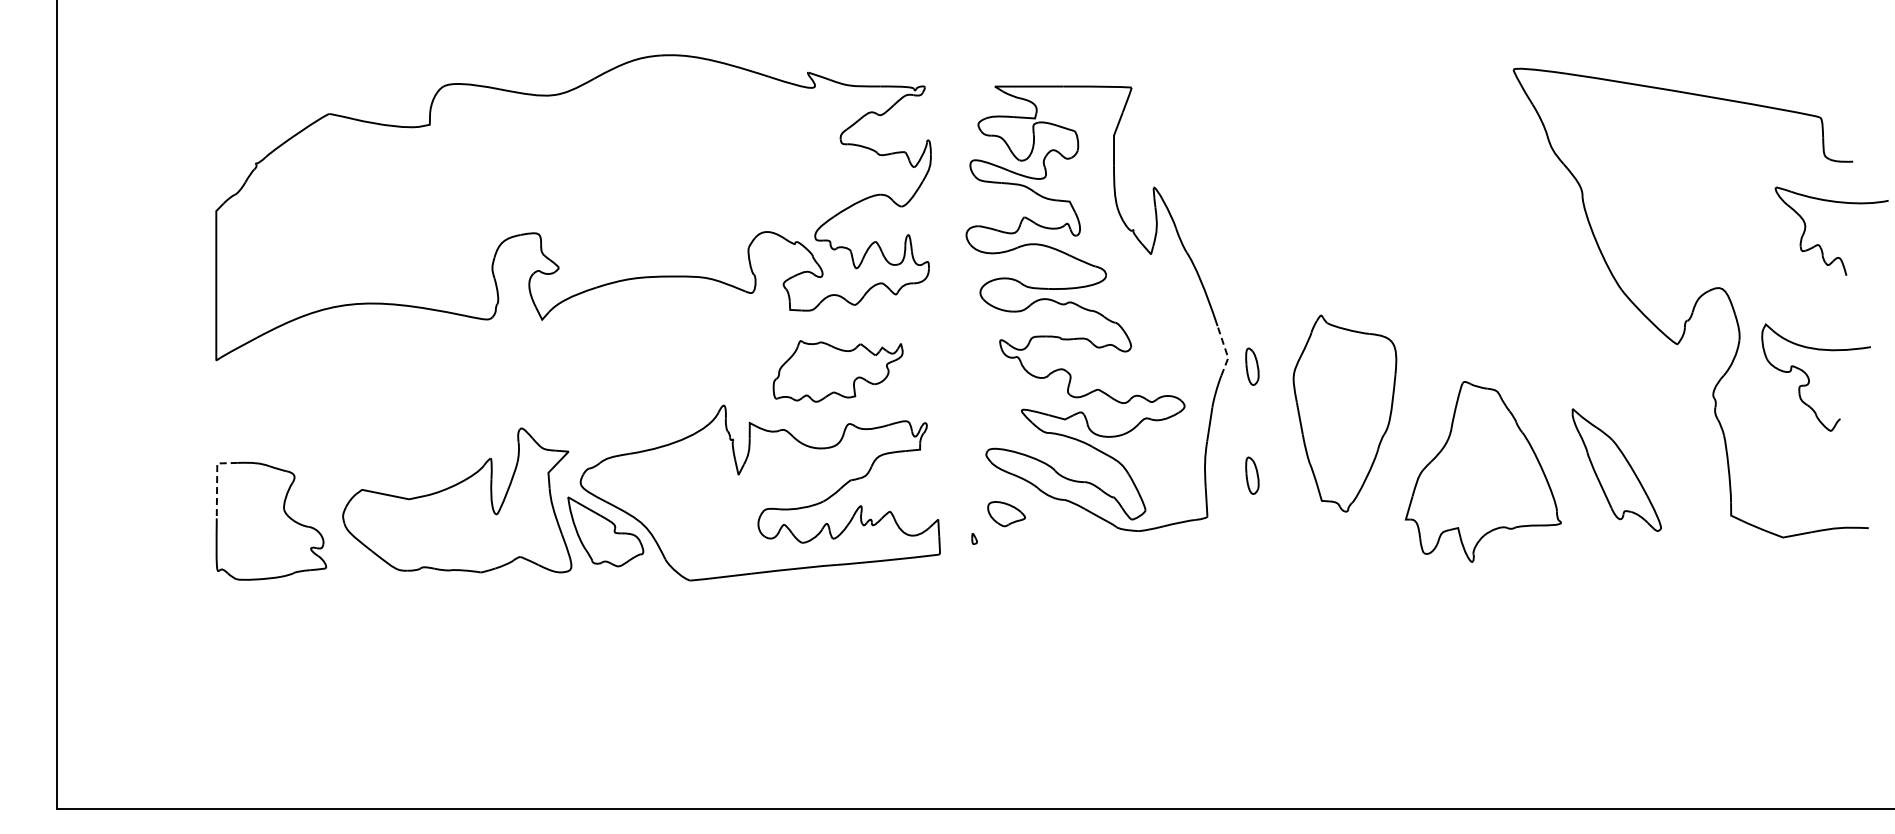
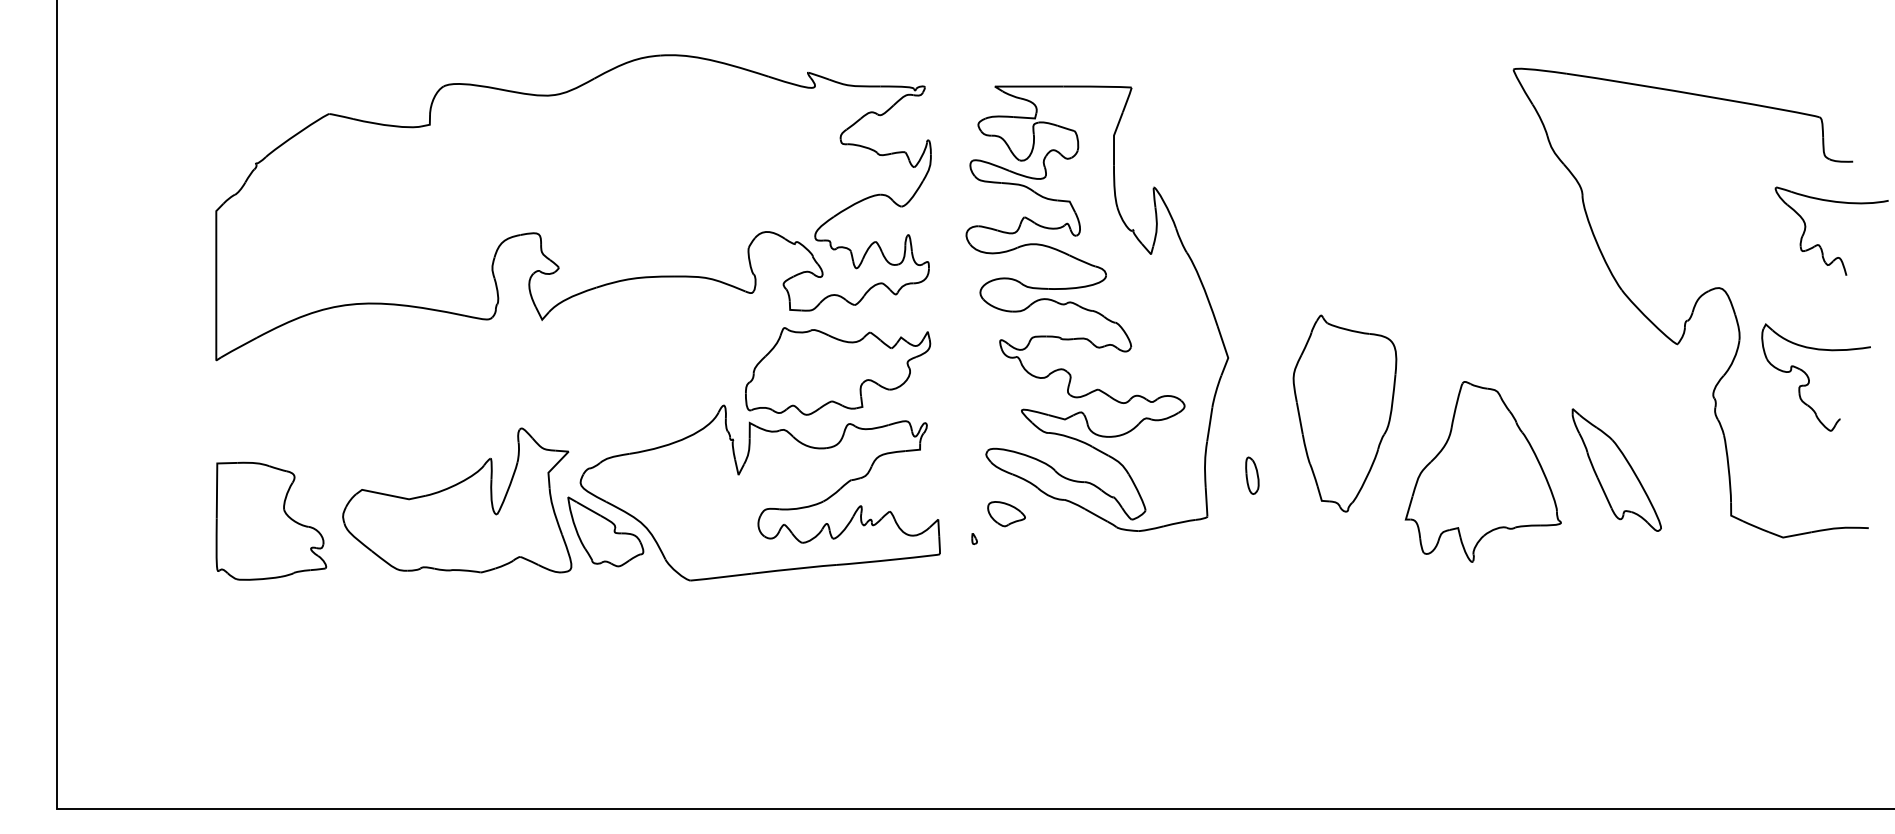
line at (1226, 351): dashed -> solid
part at (1252, 366): present -> none
part at (837, 371) size: 132x63 px -> 187x89 px
line at (217, 480): dashed -> solid
